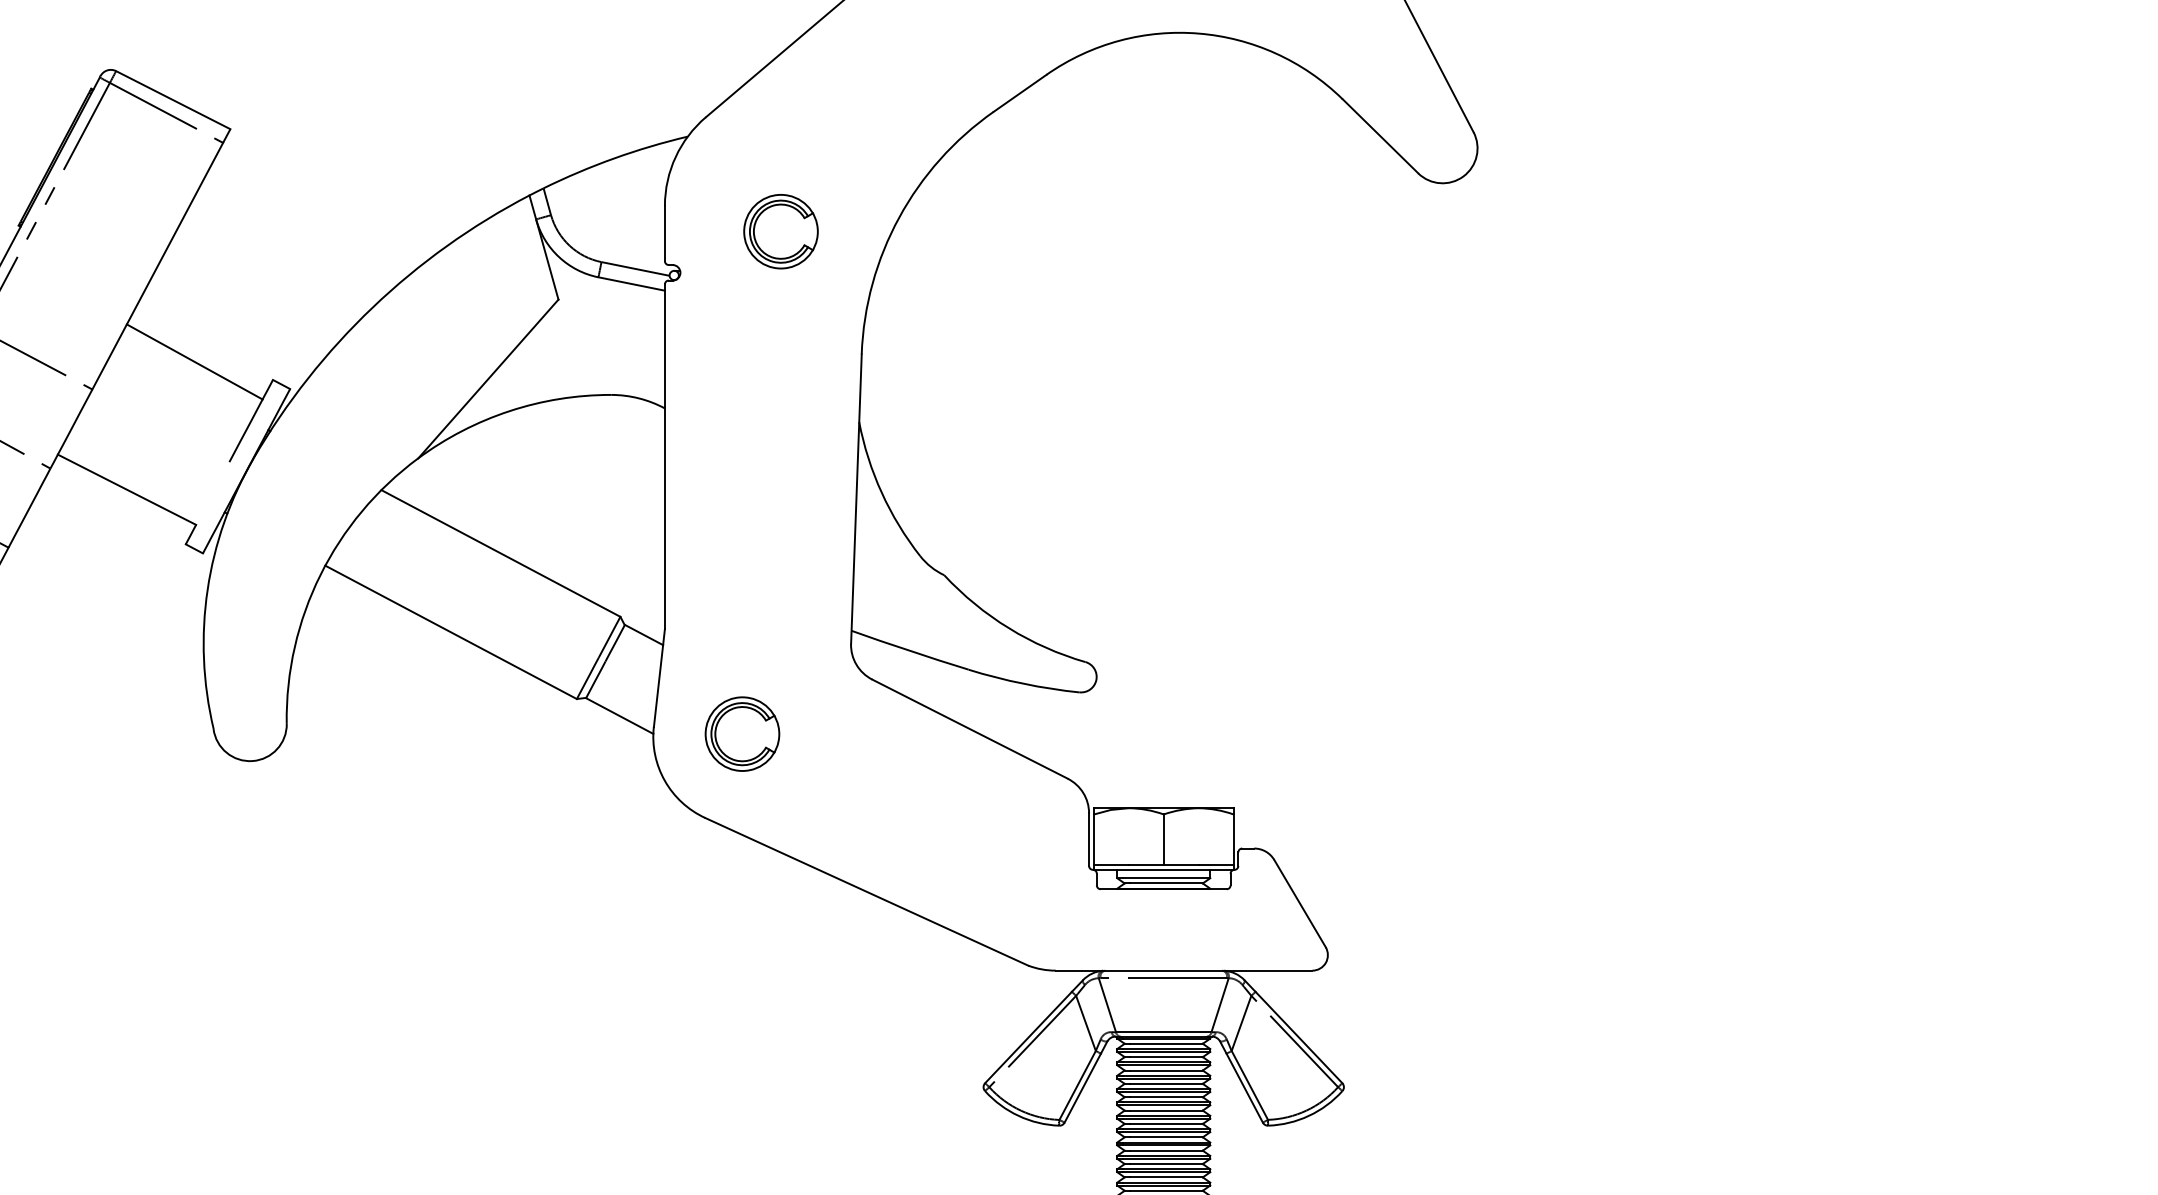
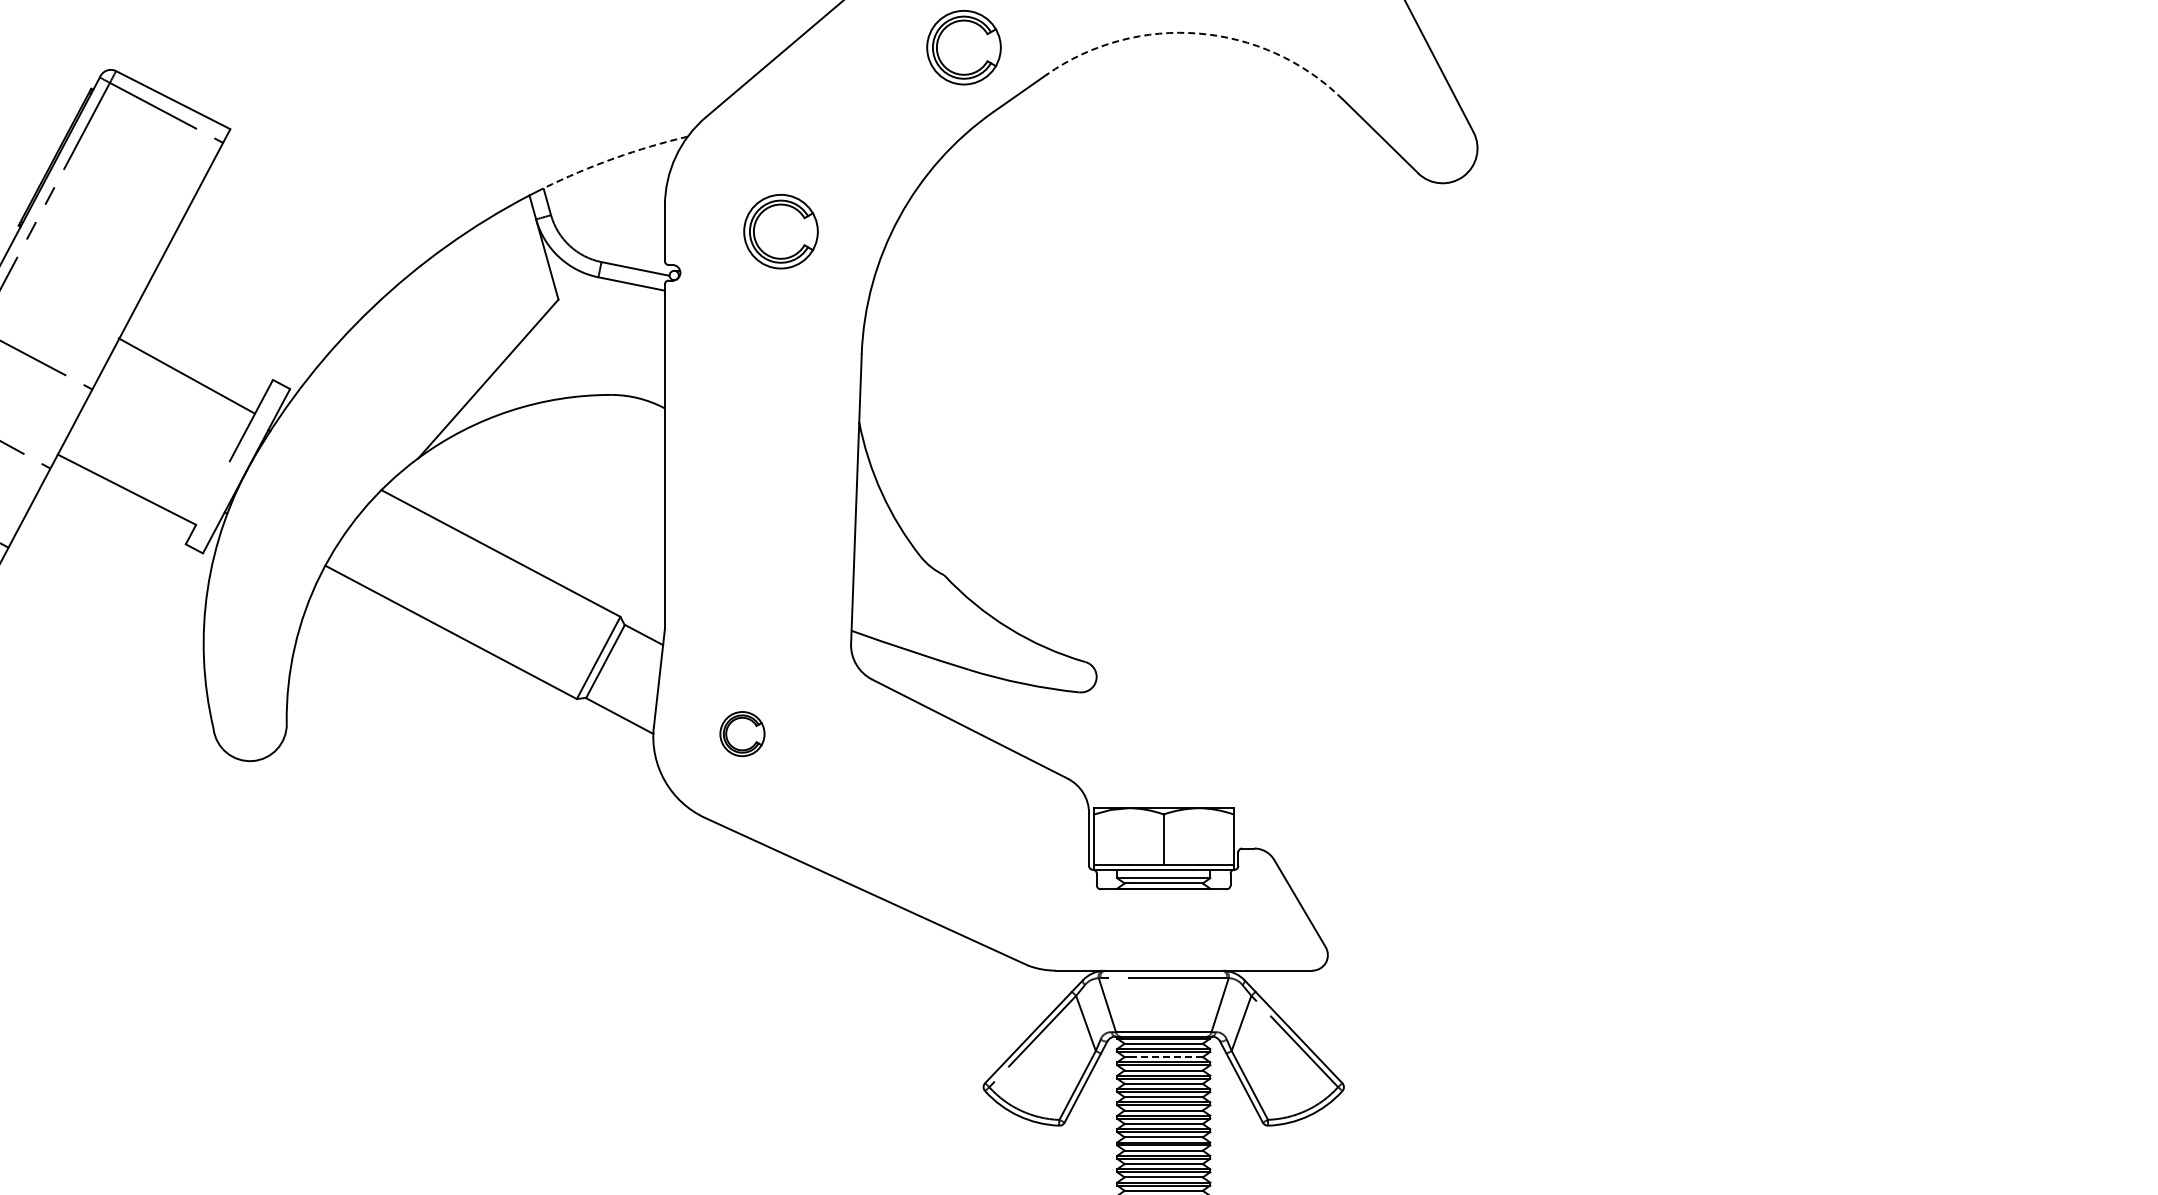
arc at (1198, 33): solid -> dashed
part at (963, 47): none -> present
arc at (614, 158): solid -> dashed
line at (194, 361) position: (194, 361) -> (186, 375)
part at (742, 733) size: 77x76 px -> 47x47 px
line at (1166, 1057): solid -> dashed
